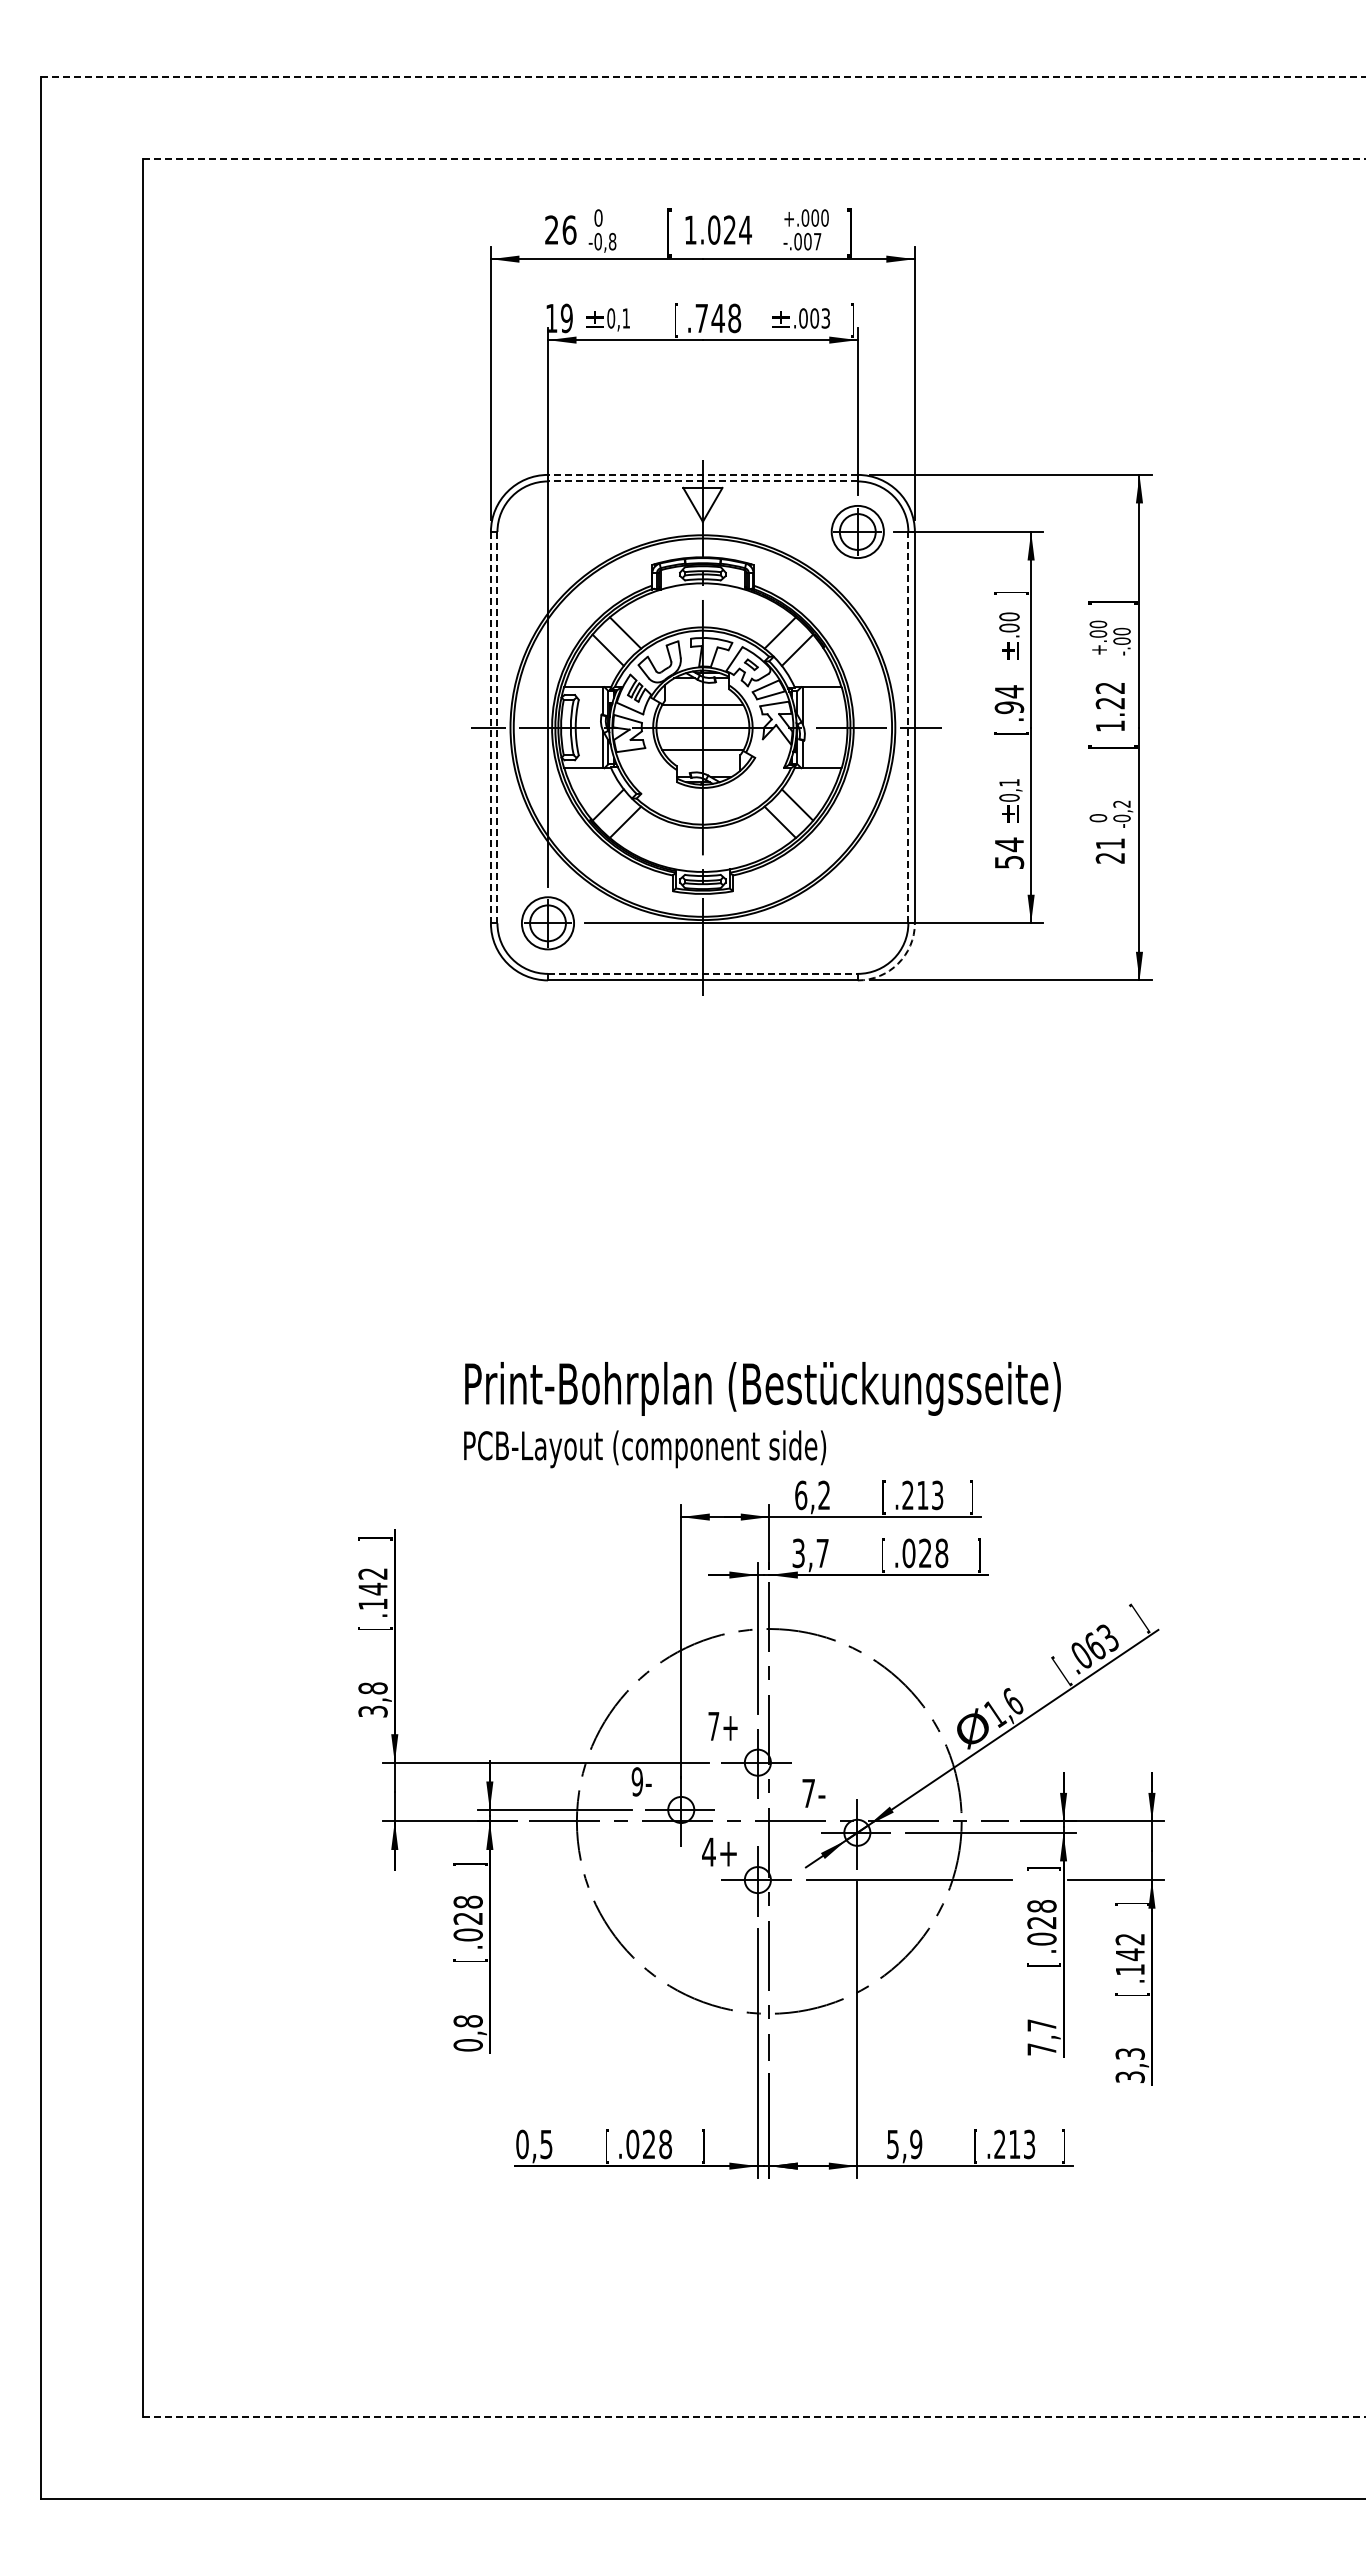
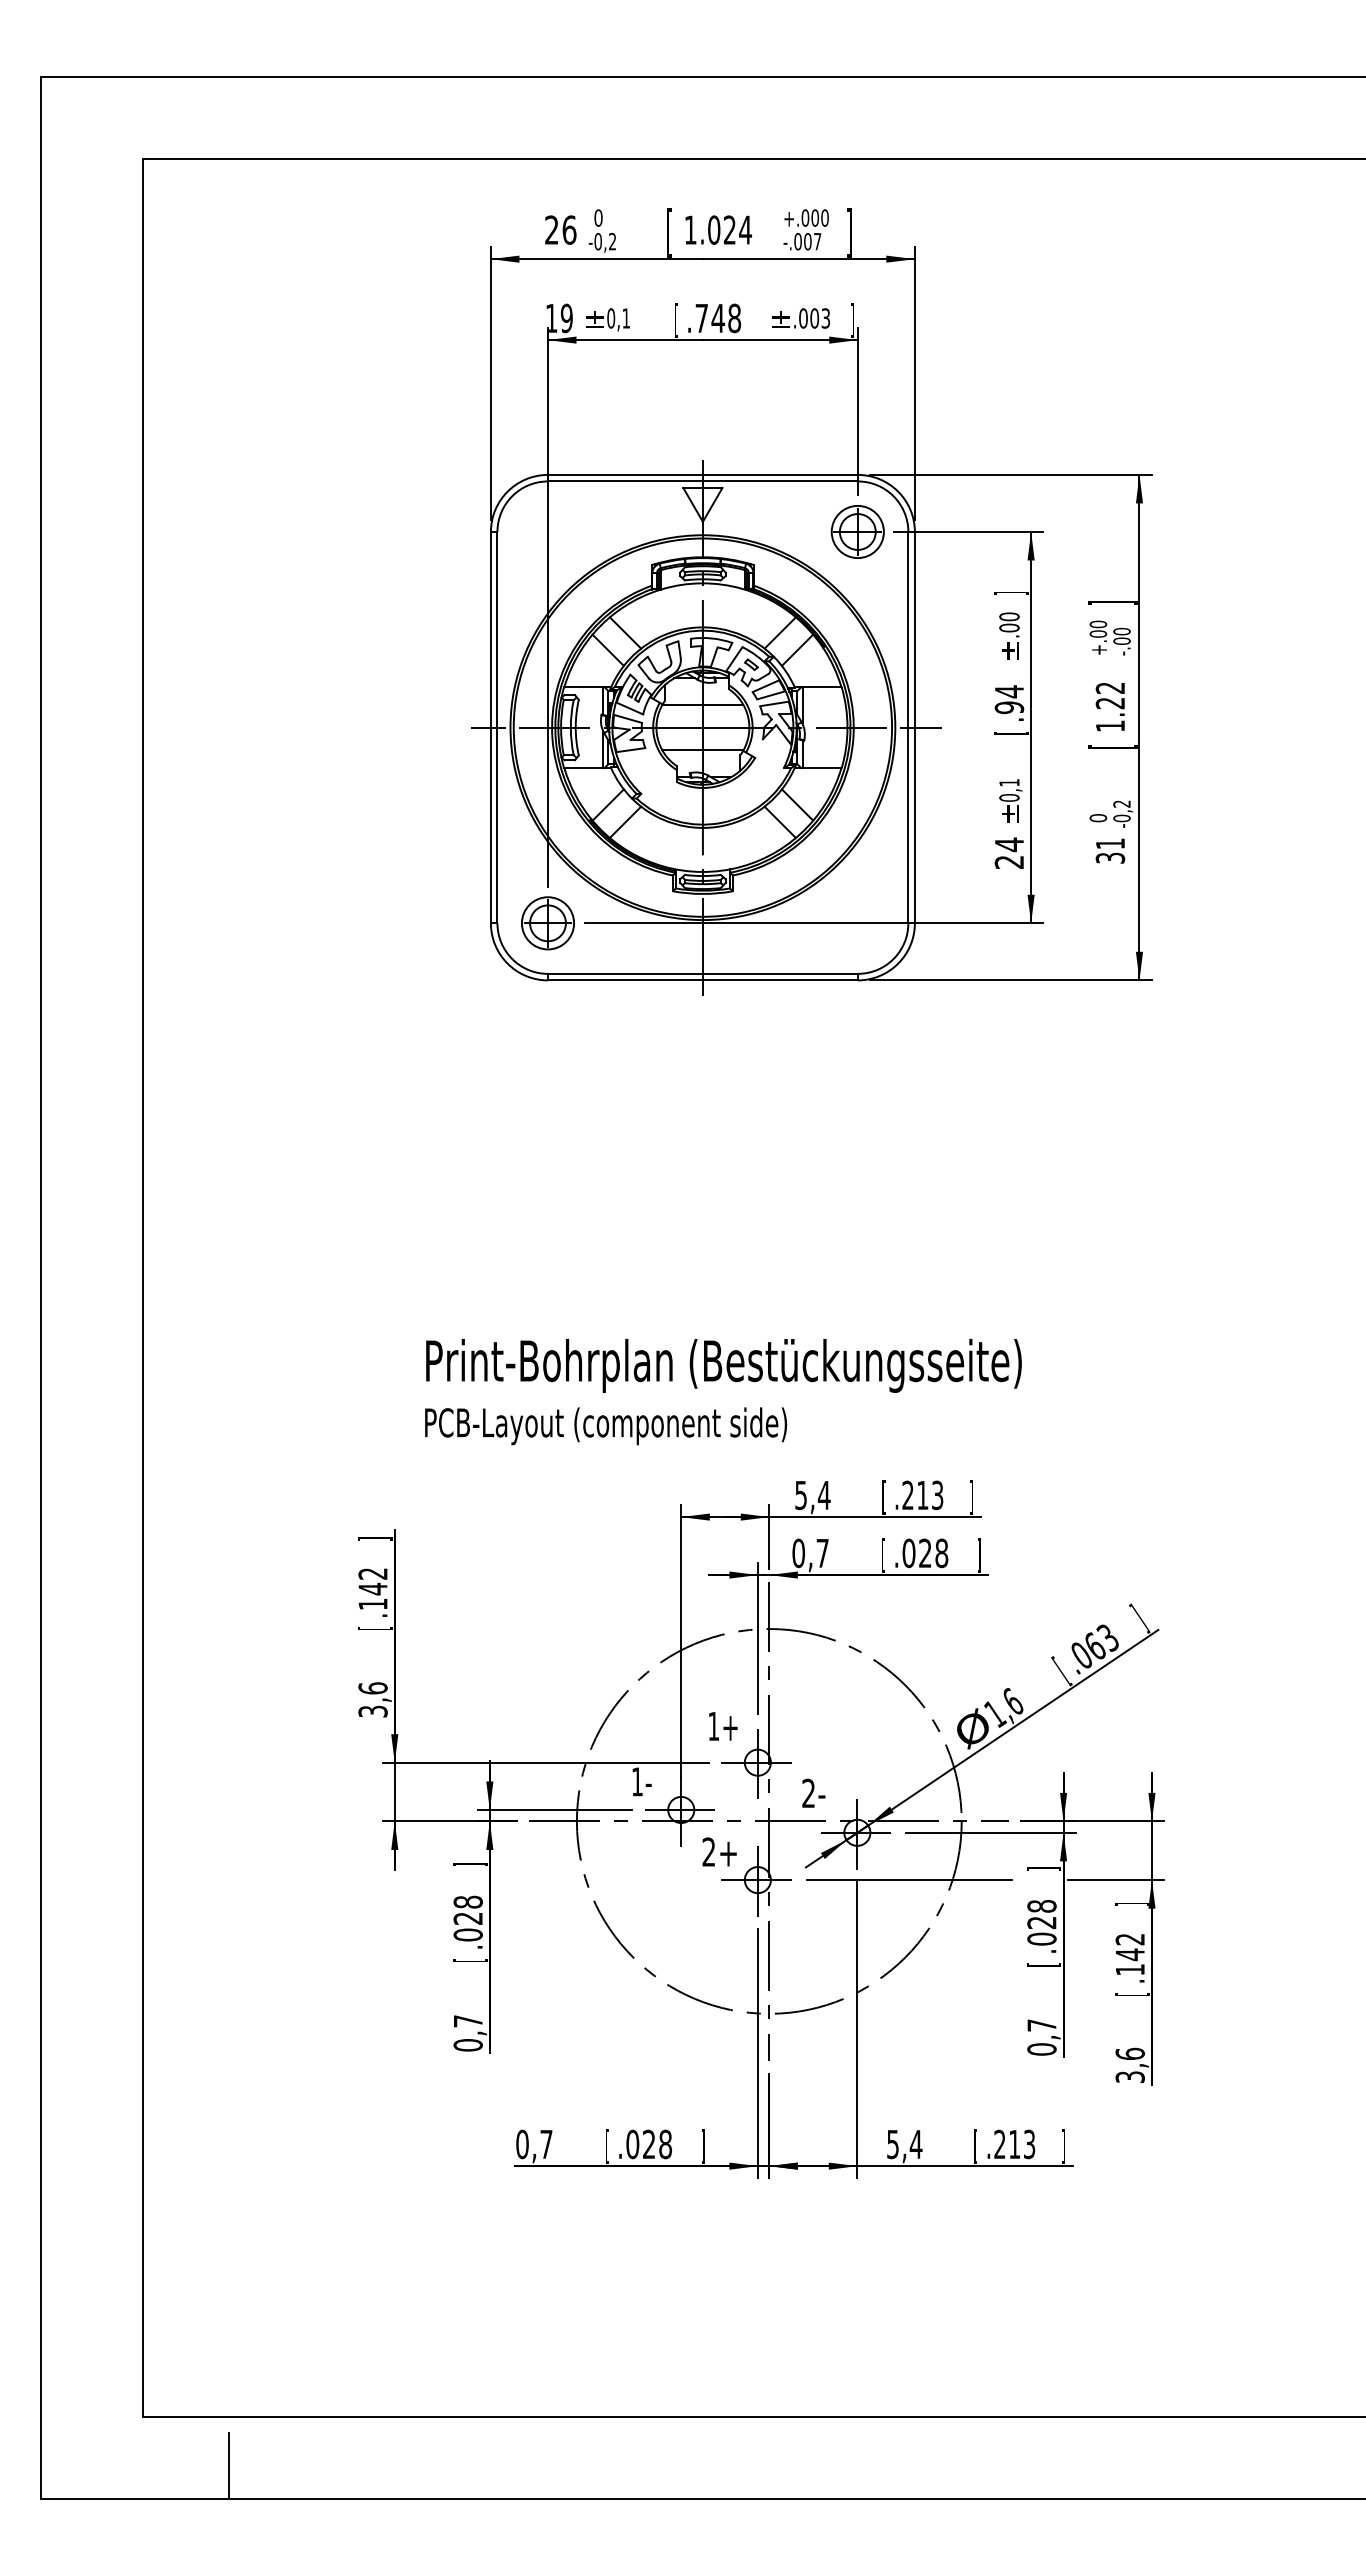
line at (703, 77): dashed -> solid
line at (753, 158): dashed -> solid
text at (612, 241): -0,8 -> -0,2
line at (702, 474): dashed -> solid
line at (702, 481): dashed -> solid
line at (490, 727): dashed -> solid
line at (497, 727): dashed -> solid
line at (908, 727): dashed -> solid
text at (1110, 857): 21 -> 31
text at (1009, 862): 54 -> 24
arc at (898, 963): dashed -> solid
line at (702, 973): dashed -> solid
text at (762, 1415) position: (762, 1415) -> (723, 1392)
text at (812, 1495): 6,2 -> 5,4
text at (798, 1553): 3,7 -> 0,7
text at (372, 1688): 3,8 -> 3,6
text at (713, 1726): 7+ -> 1+
text at (636, 1781): 9- -> 1-
text at (808, 1792): 7- -> 2-
text at (708, 1851): 4+ -> 2+
text at (467, 2021): 0,8 -> 0,7
text at (1041, 2049): 7,7 -> 0,7
text at (1129, 2053): 3,3 -> 3,6
text at (546, 2144): 0,5 -> 0,7
text at (915, 2144): 5,9 -> 5,4
line at (754, 2417): dashed -> solid
line at (228, 2465): none -> present
